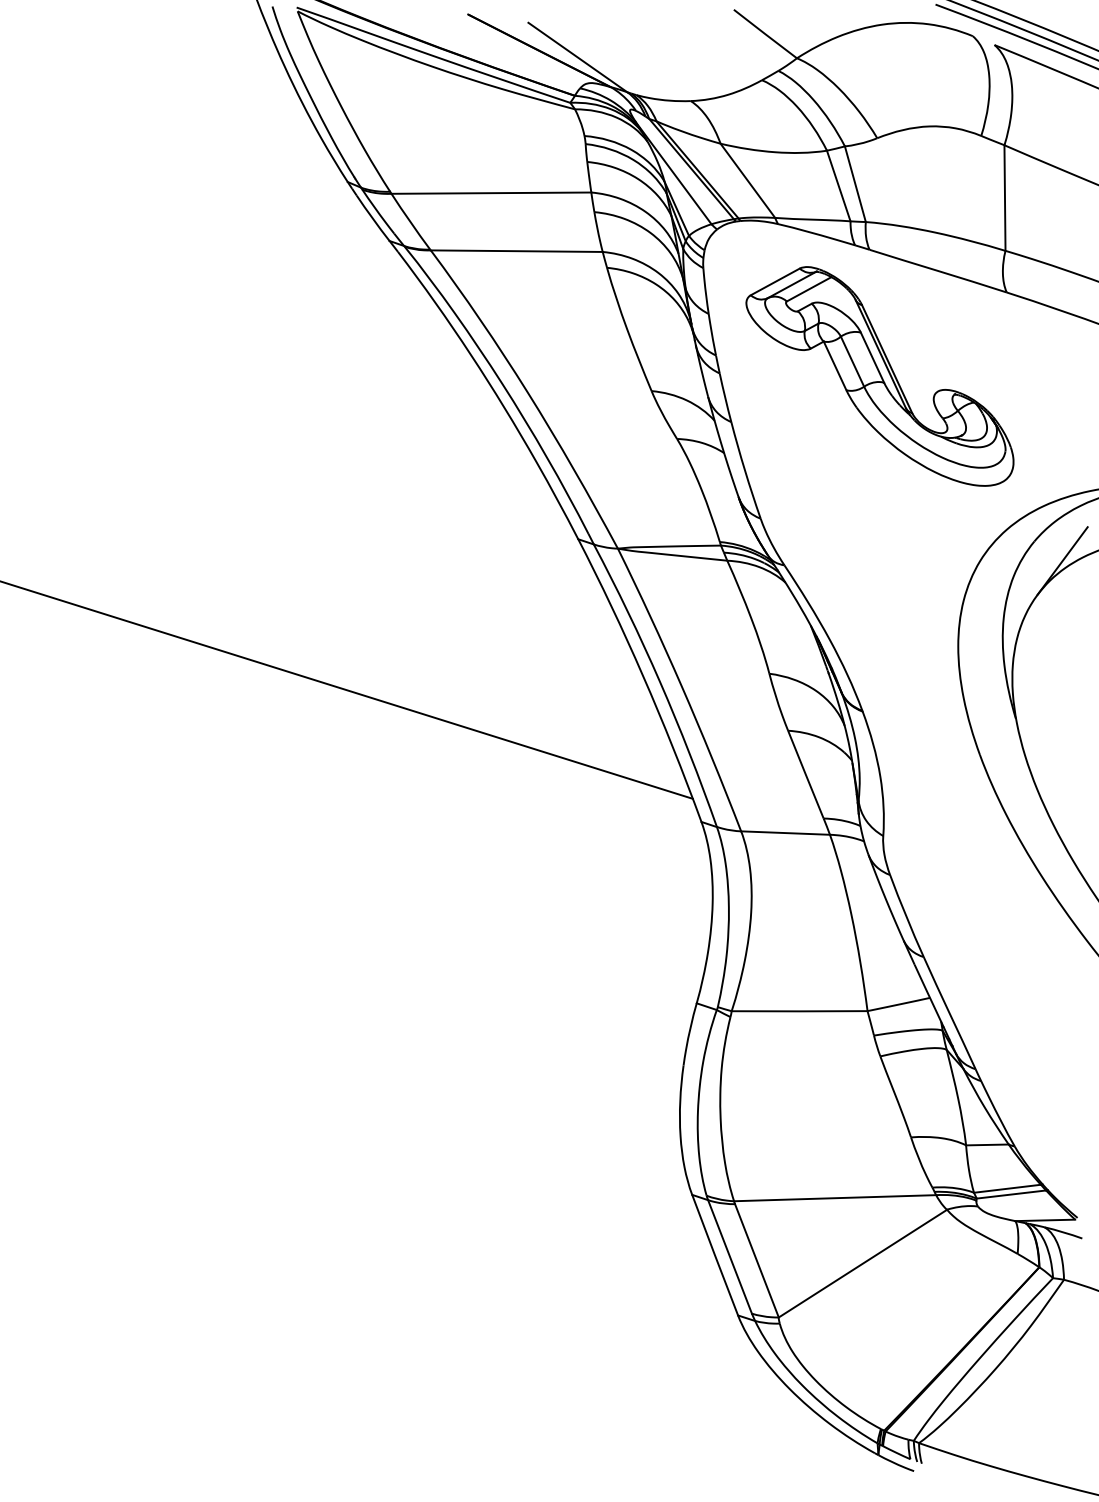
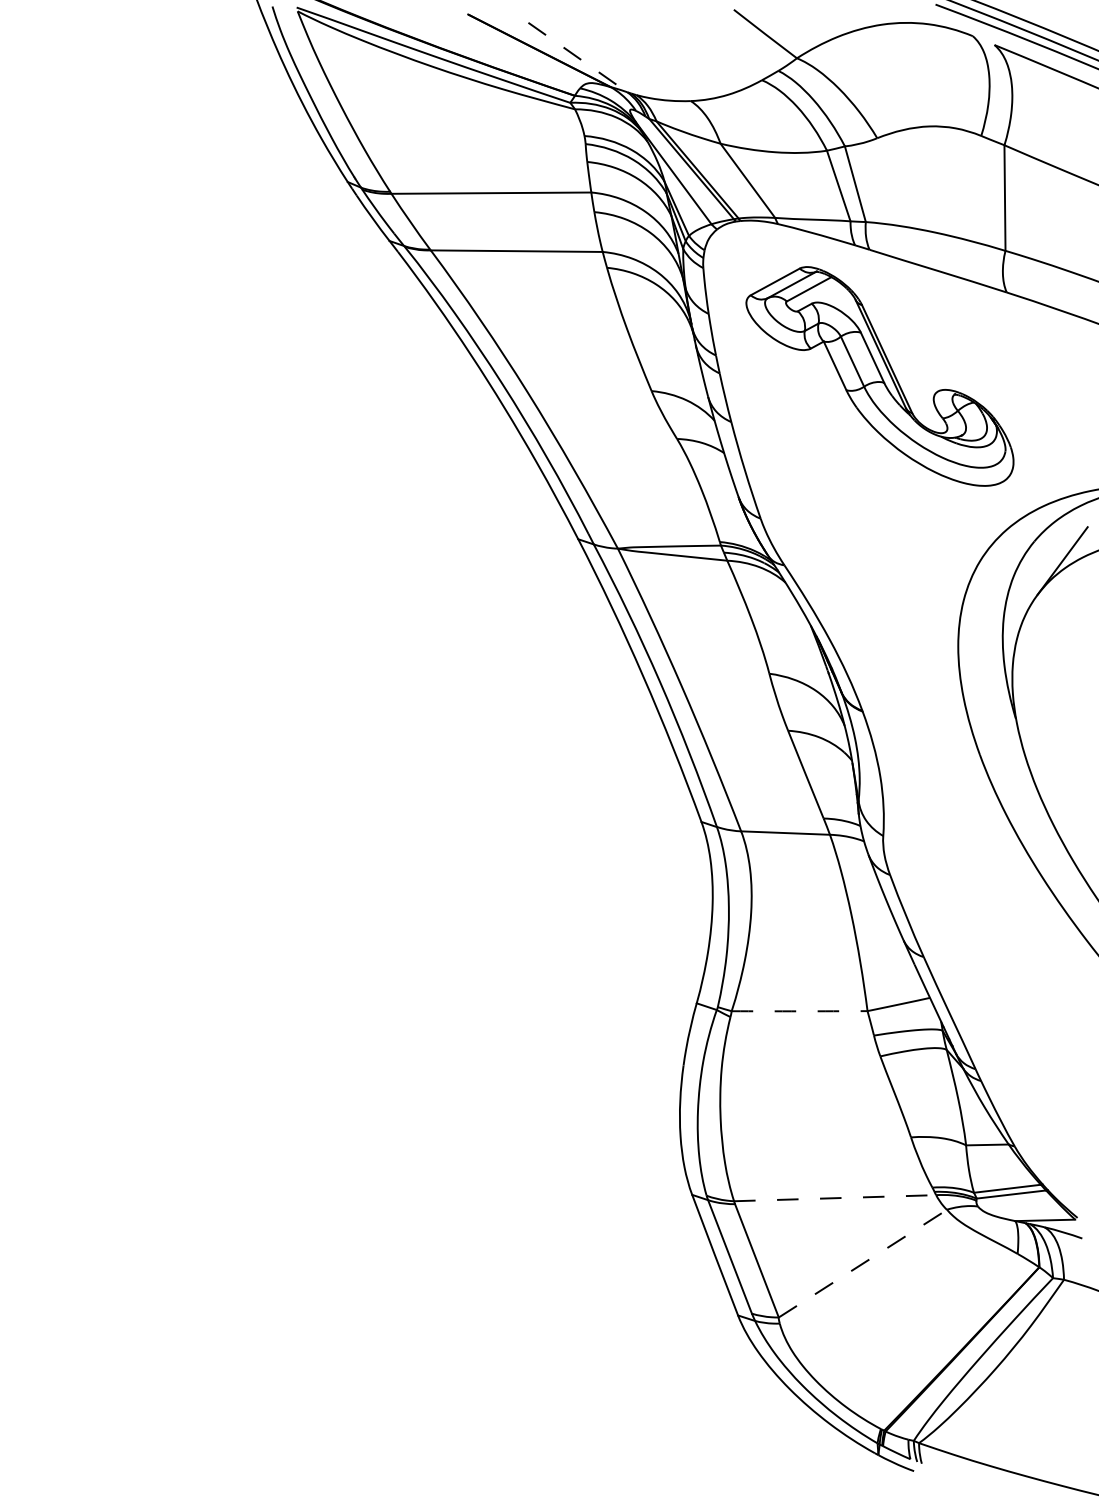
line at (578, 57): solid -> dashed
line at (347, 690): present -> none
arc at (799, 1011): solid -> dashed
line at (835, 1198): solid -> dashed
line at (862, 1263): solid -> dashed
